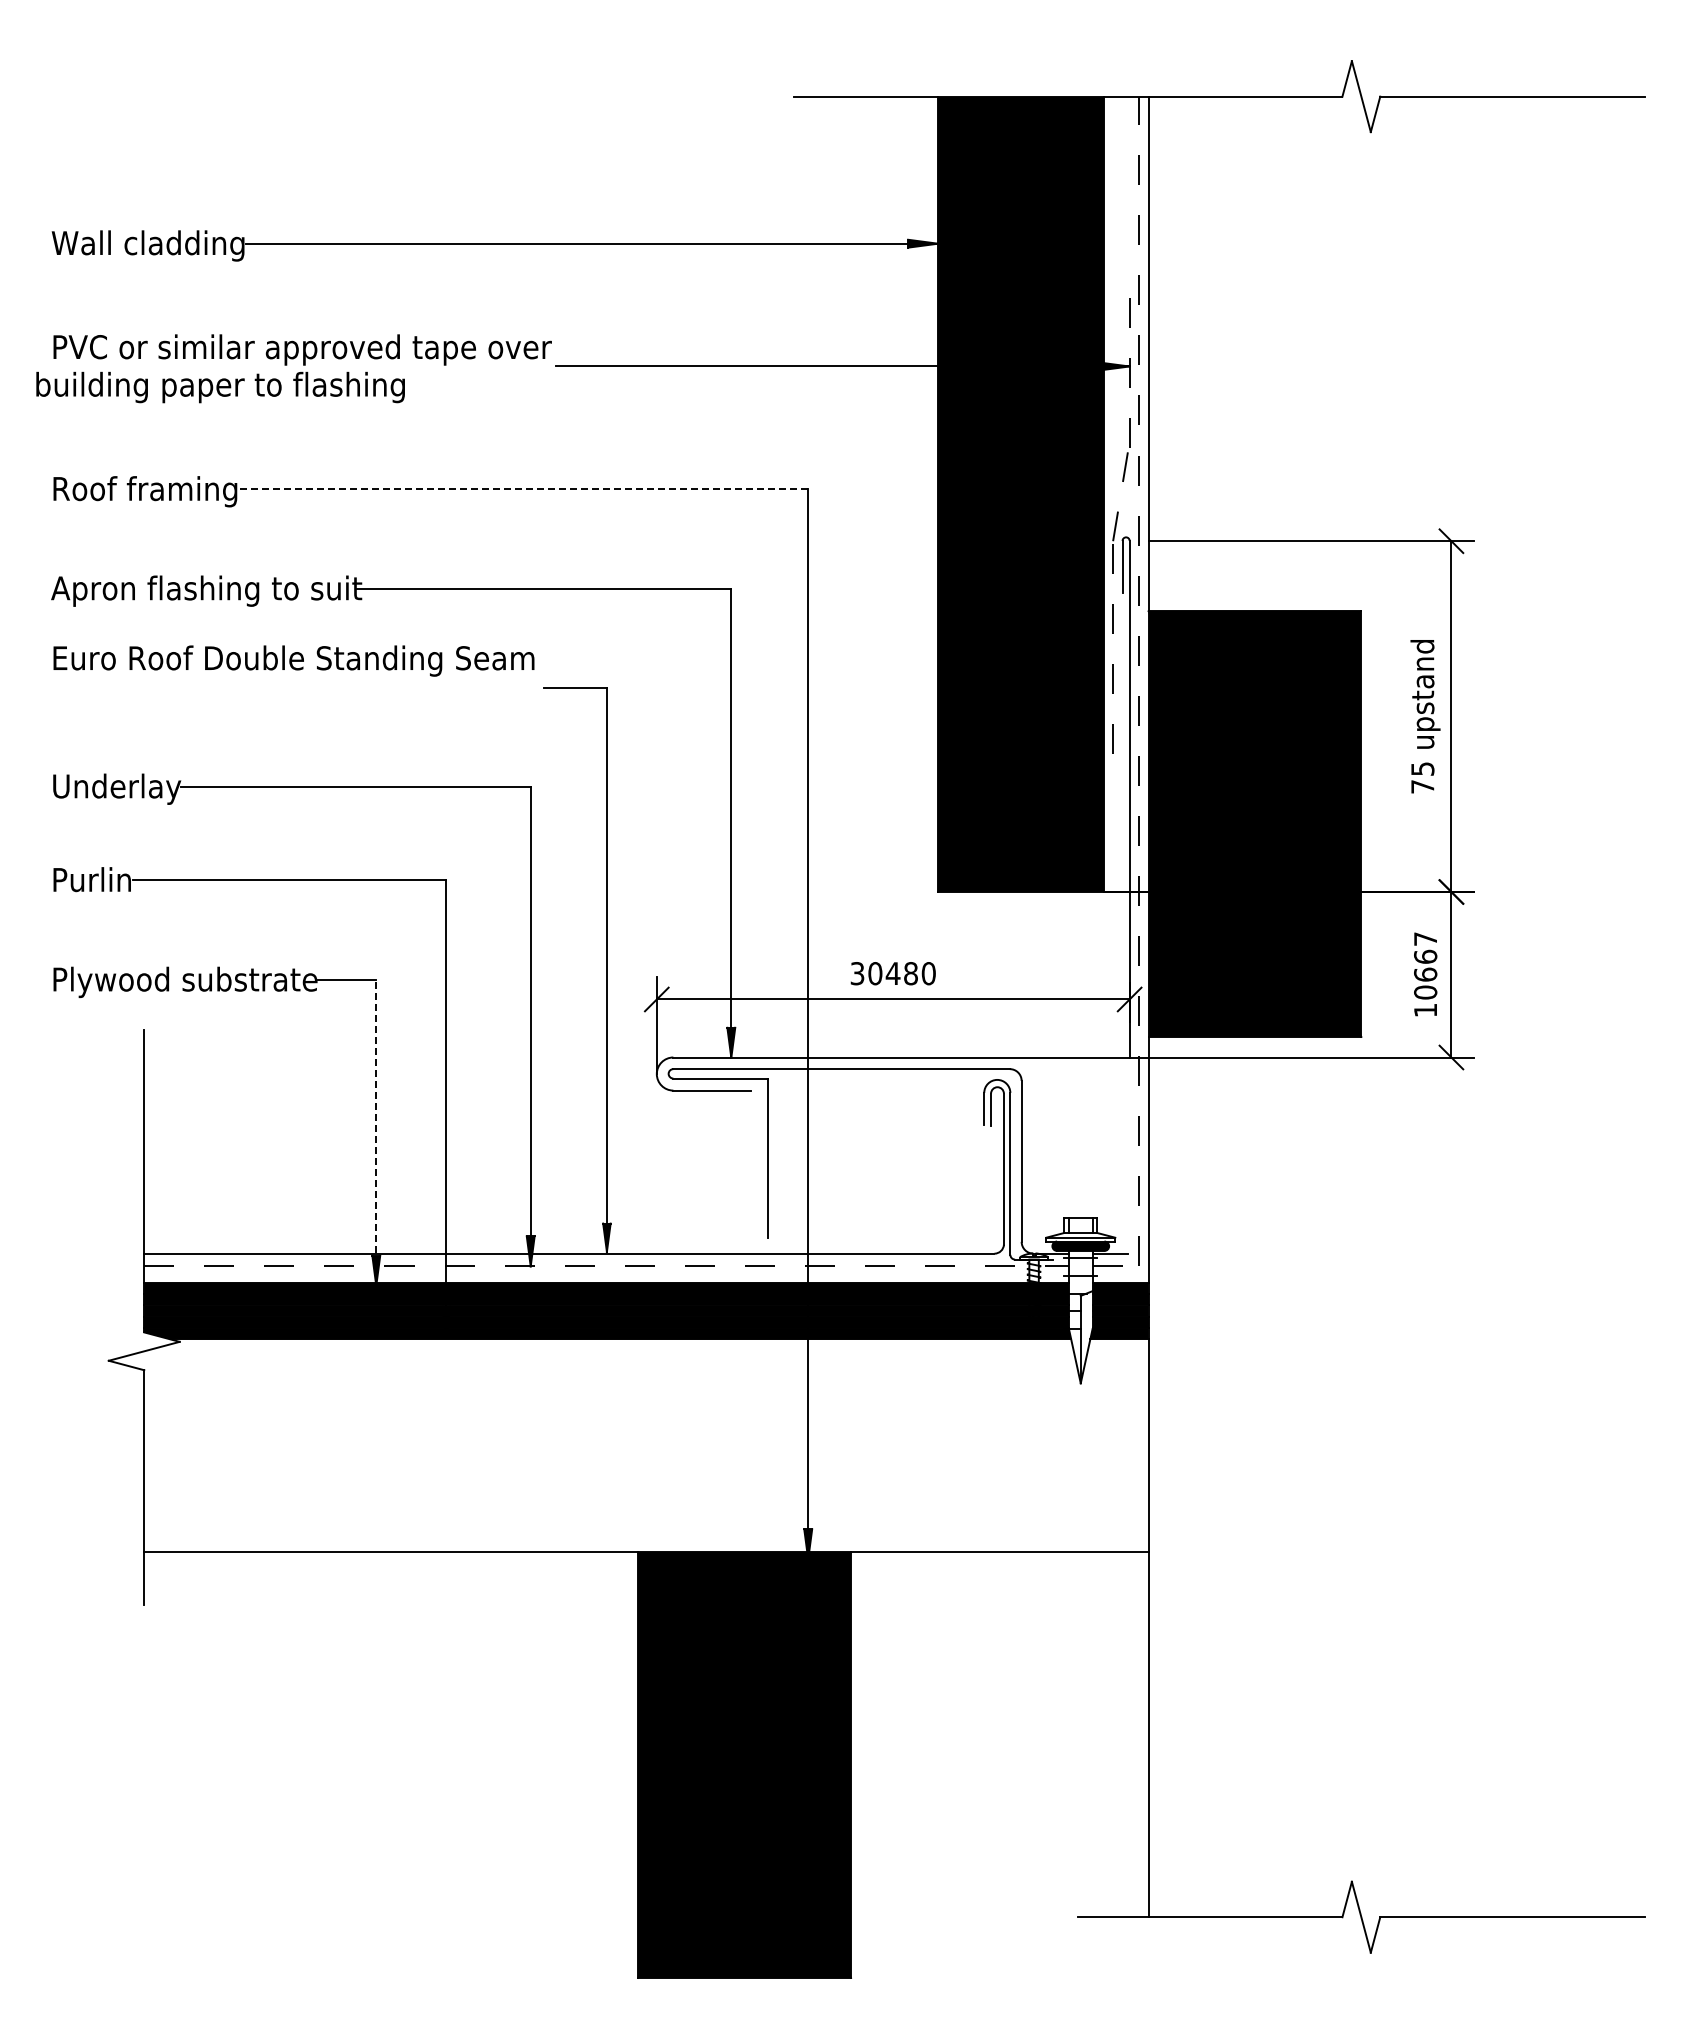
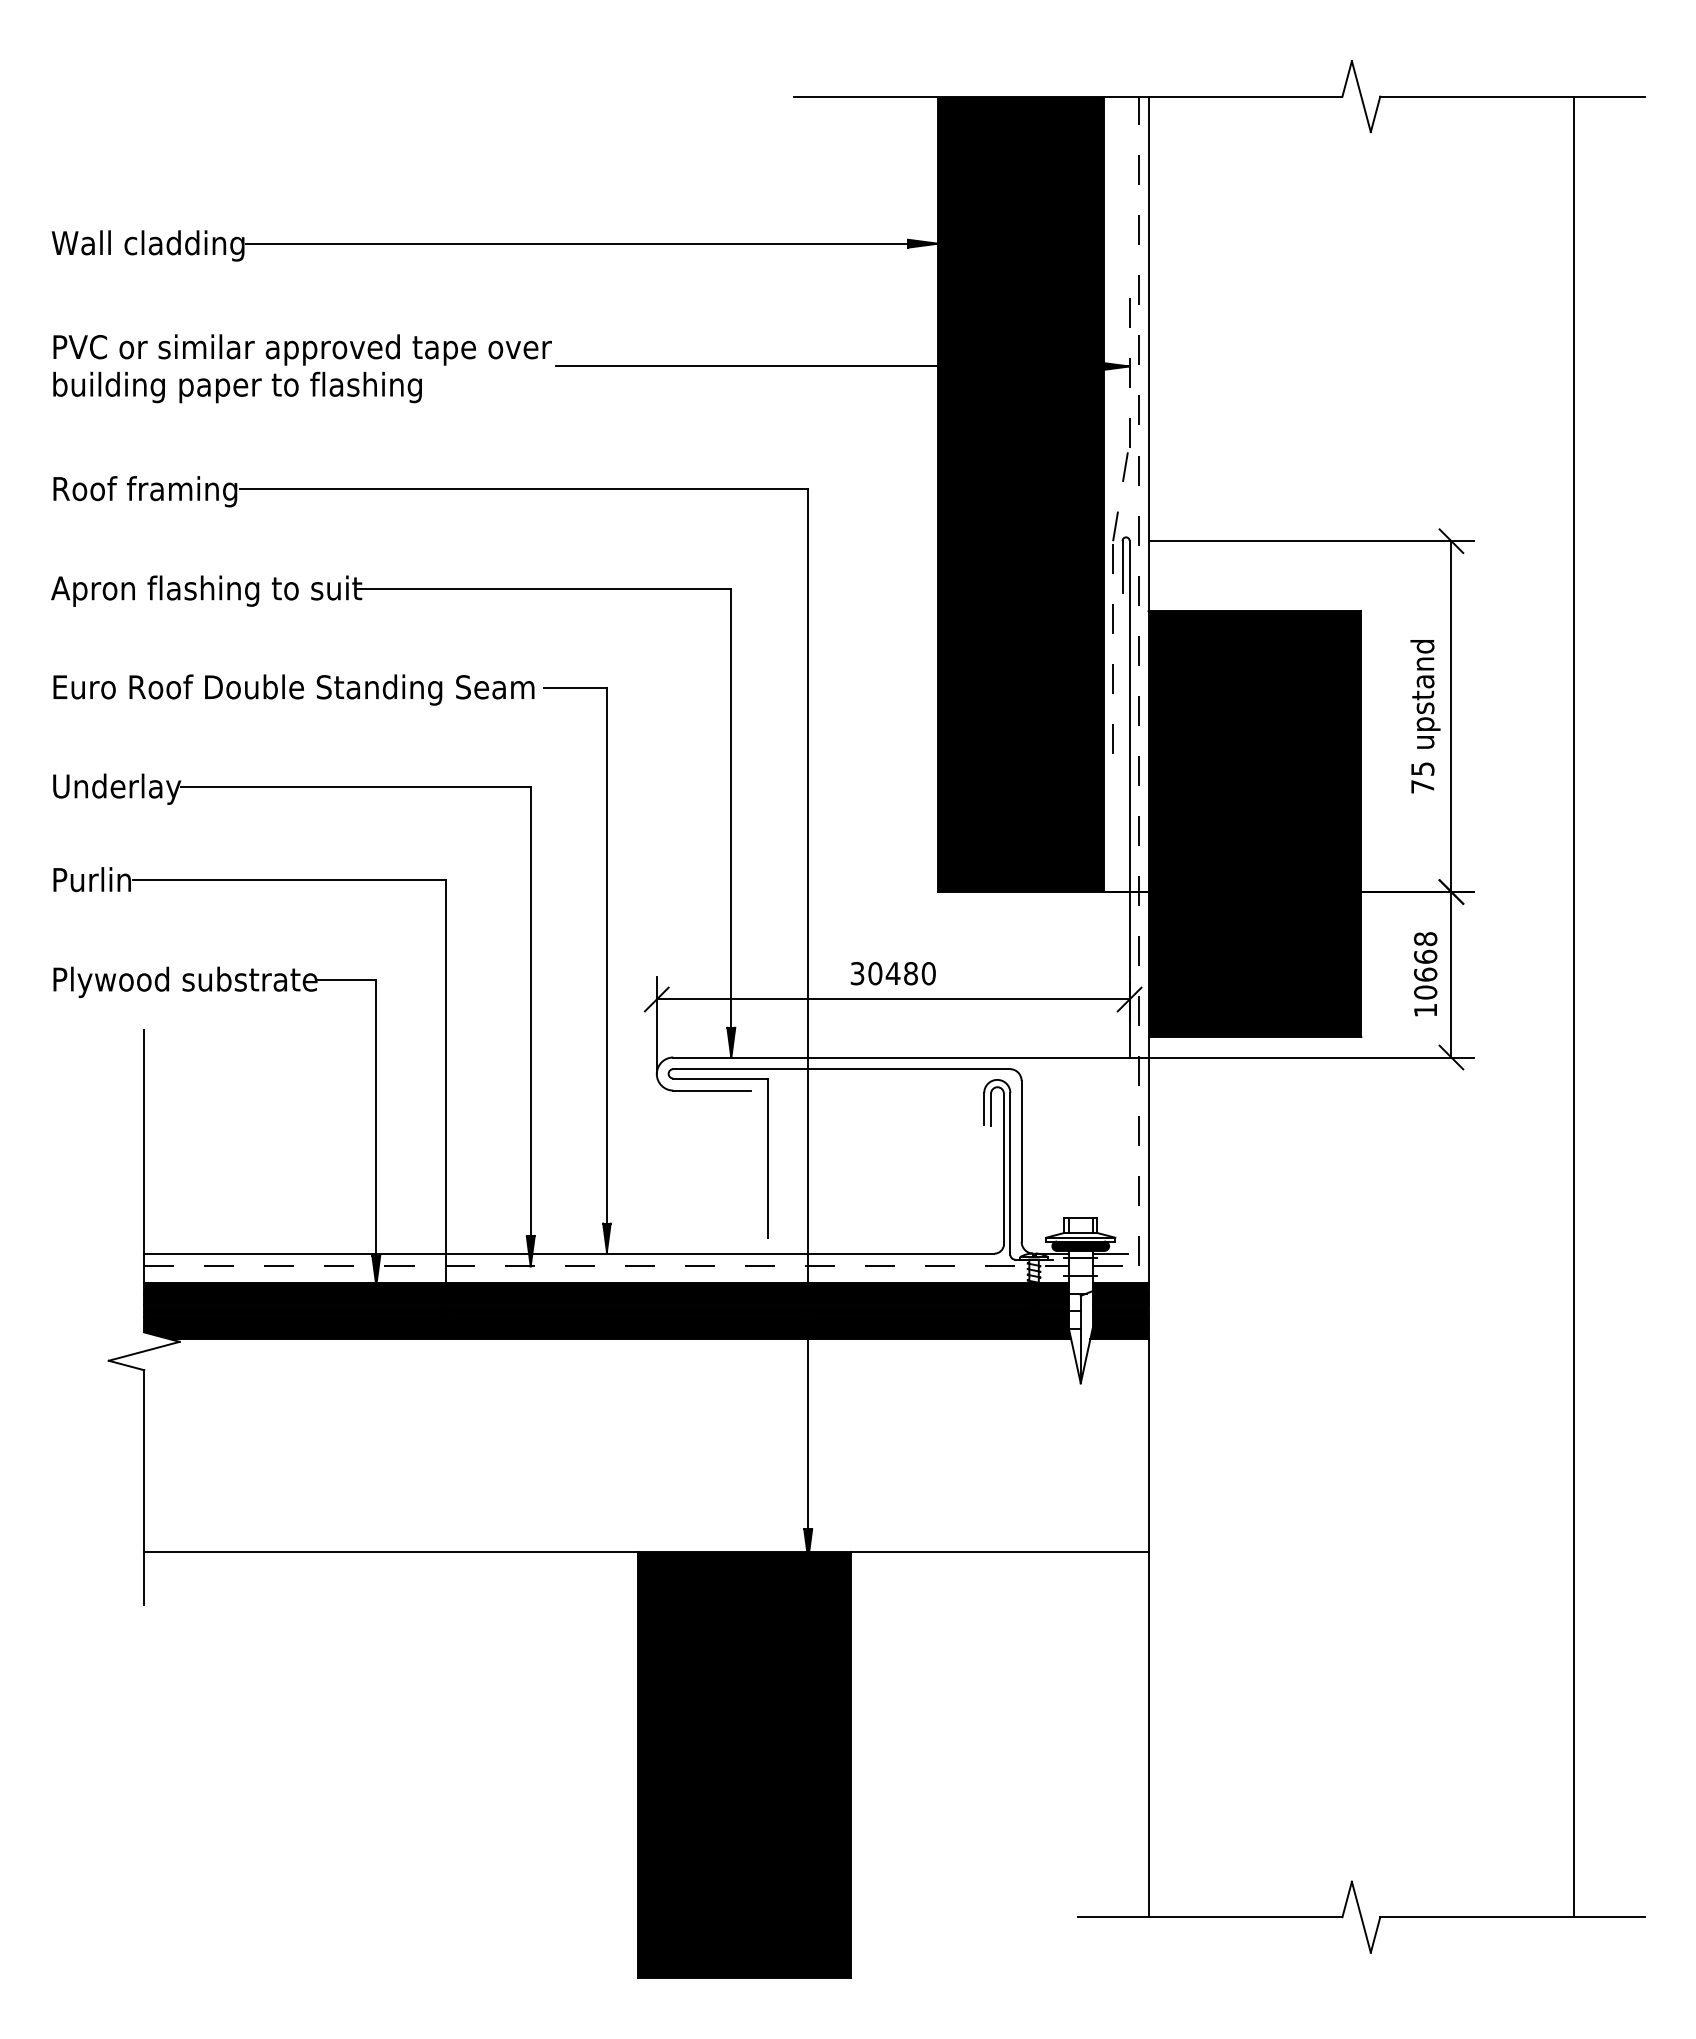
text at (220, 387) position: (220, 387) -> (237, 387)
line at (523, 489): dashed -> solid
text at (293, 660) position: (293, 660) -> (293, 689)
text at (1425, 939): 10667 -> 10668
line at (1574, 1006): none -> present
line at (376, 1132): dashed -> solid
